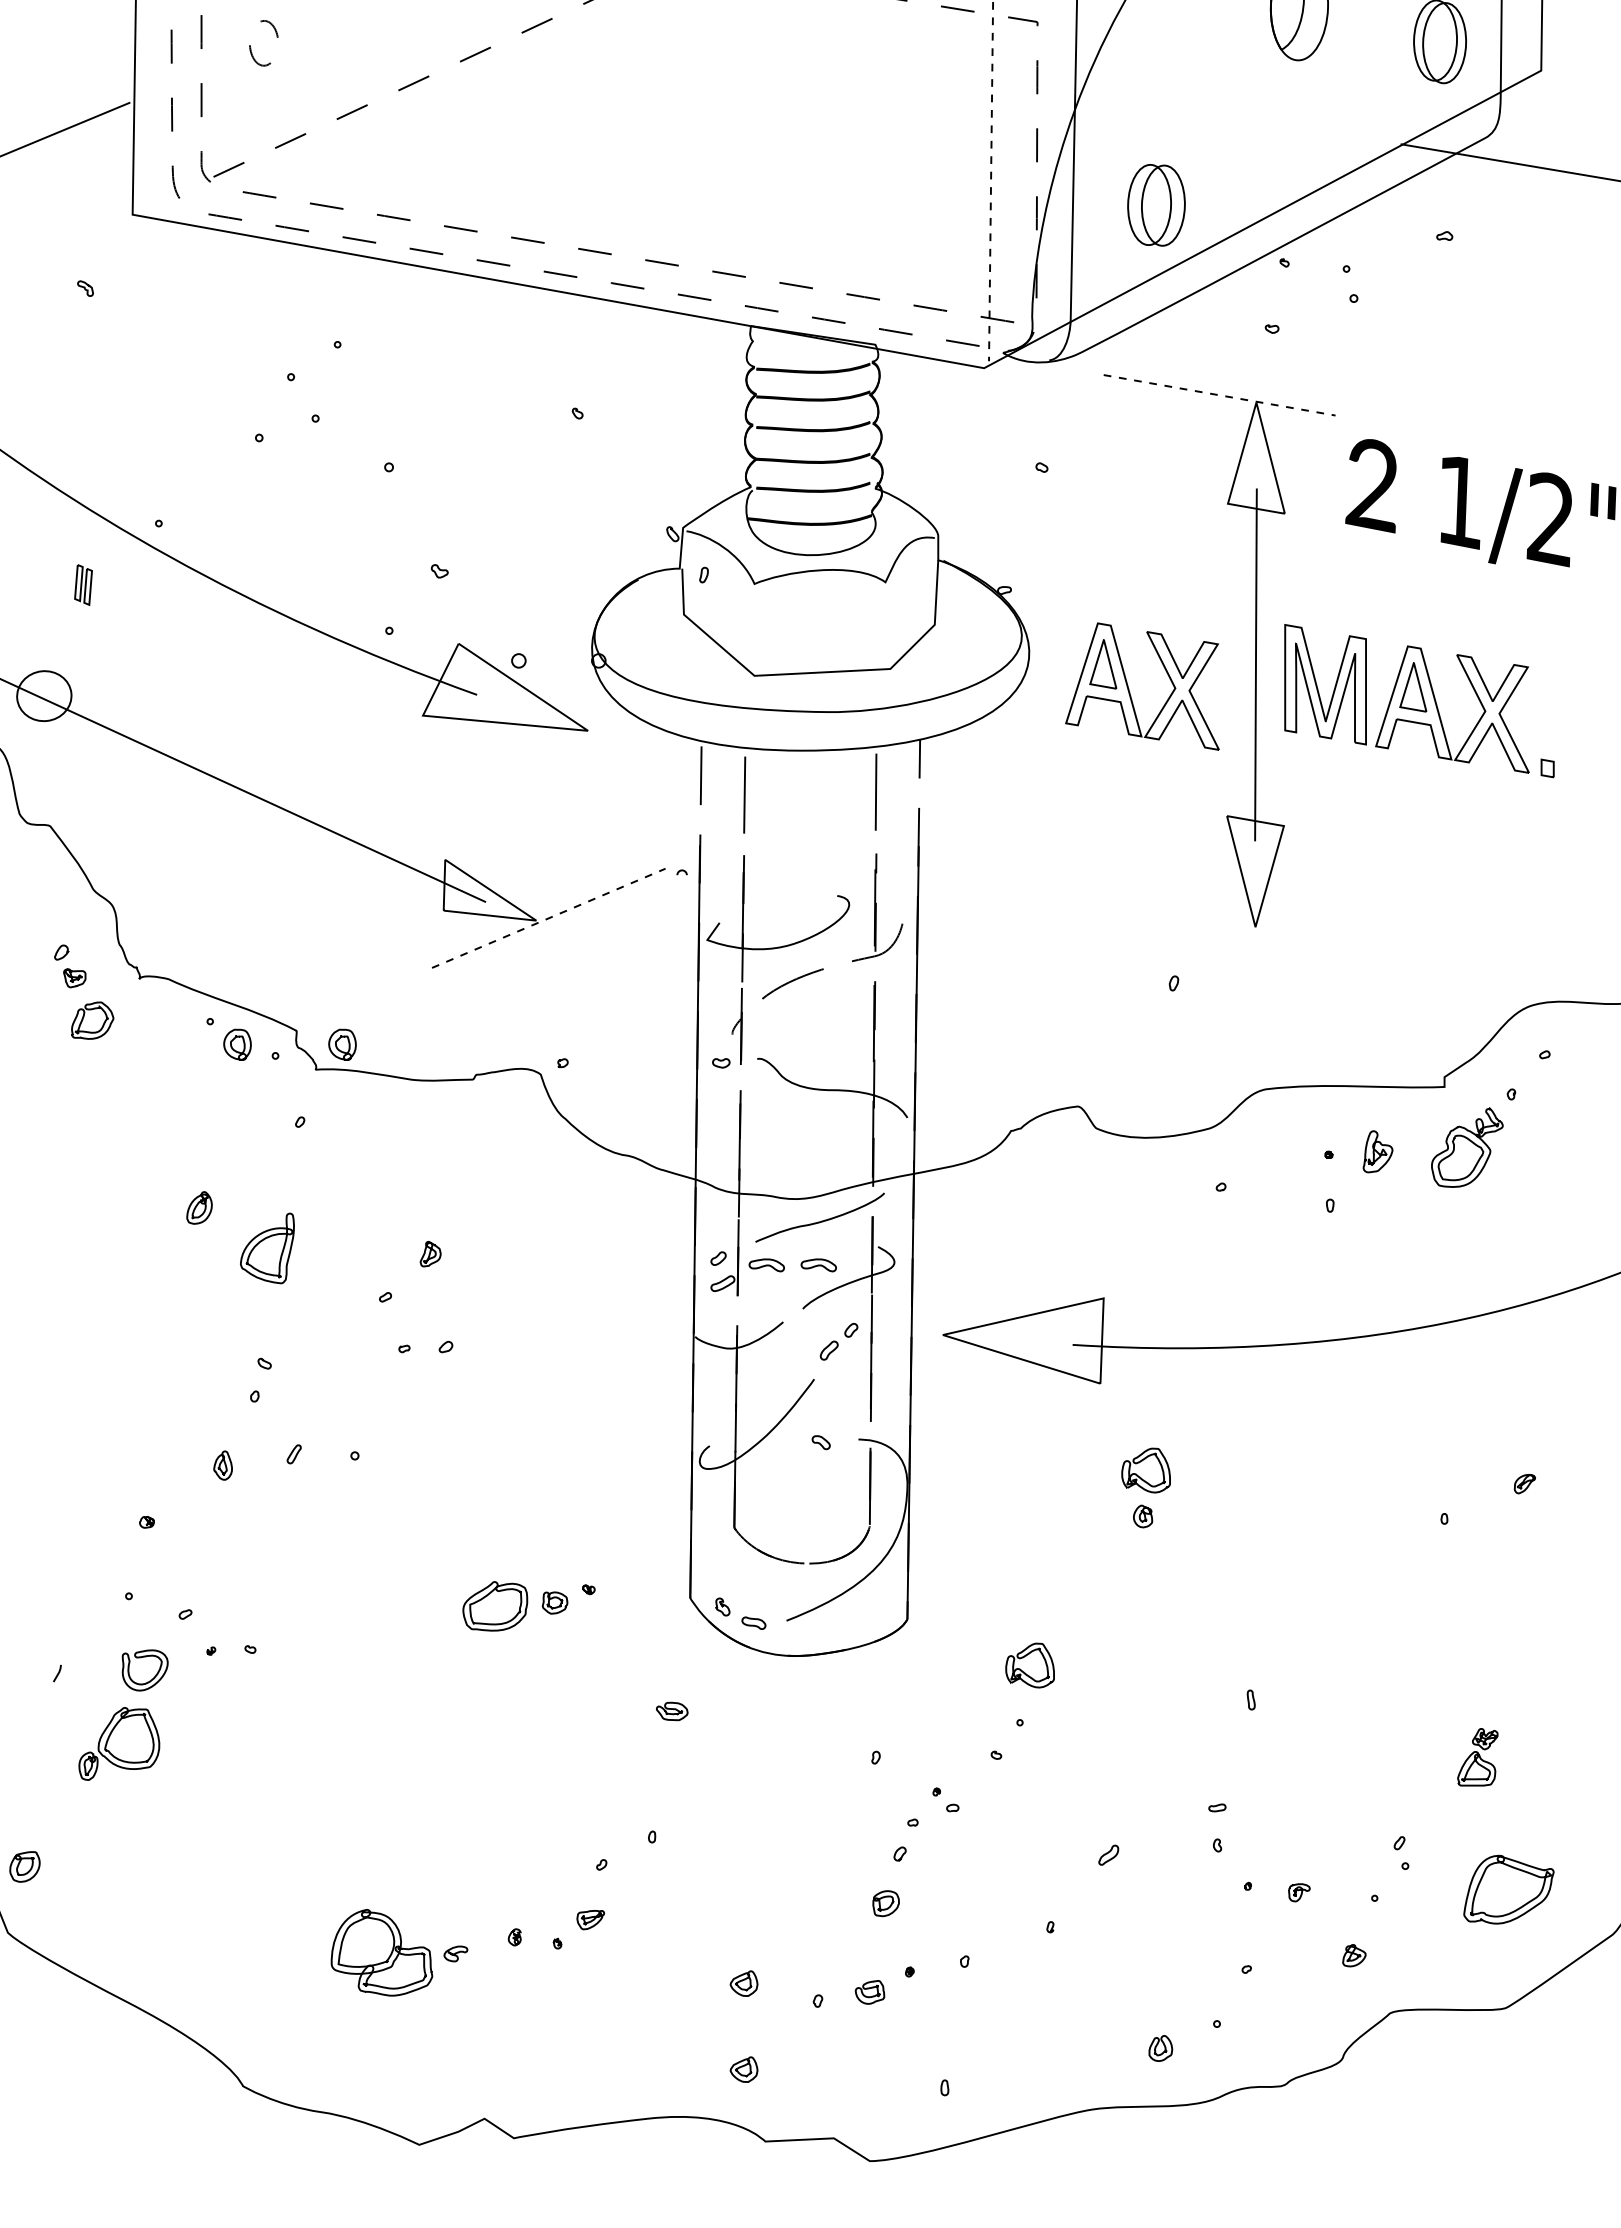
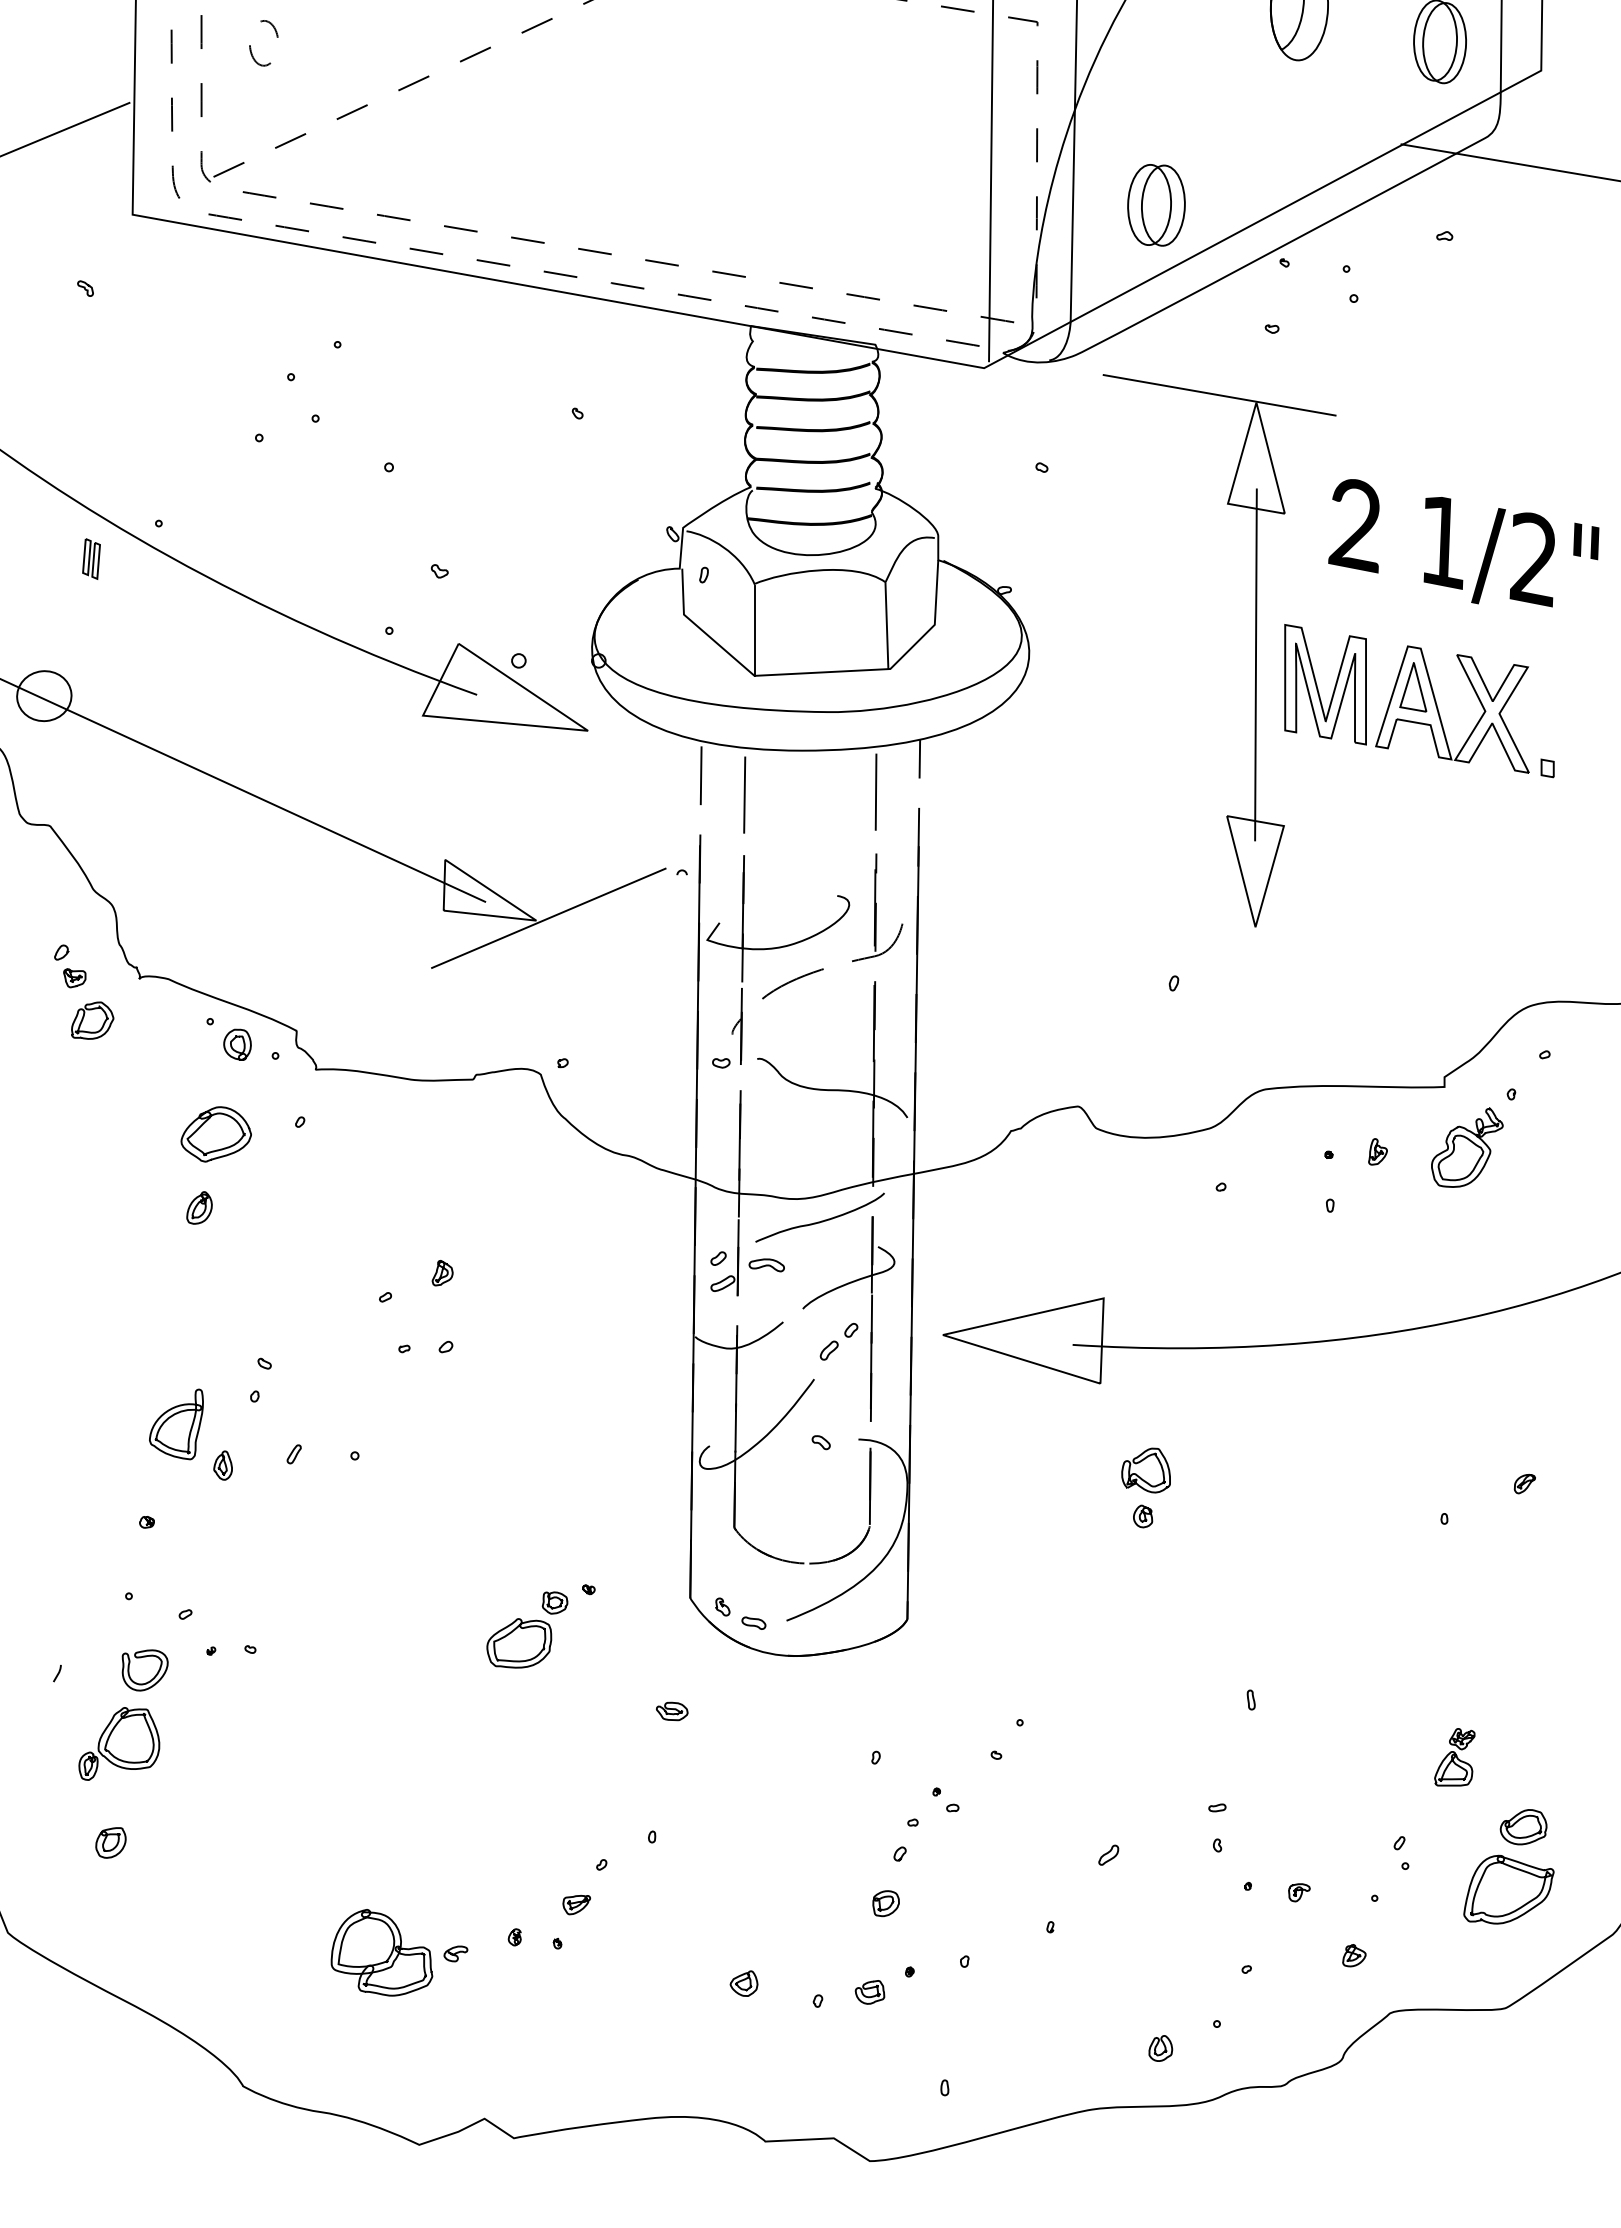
line at (991, 181): dashed -> solid
line at (1219, 395): dashed -> solid
text at (1480, 503) position: (1480, 503) -> (1463, 543)
part at (83, 584) position: (83, 584) -> (91, 558)
line at (886, 626): none -> present
line at (754, 630): none -> present
part at (1129, 688): present -> none
line at (548, 918): dashed -> solid
part at (342, 1044): present -> none
part at (215, 1134): none -> present
part at (1377, 1151) size: 32x44 px -> 20x28 px
part at (267, 1248) position: (267, 1248) -> (176, 1424)
part at (430, 1254) position: (430, 1254) -> (442, 1273)
part at (818, 1265): present -> none
part at (495, 1606) position: (495, 1606) -> (519, 1643)
part at (1024, 1671): present -> none
part at (1477, 1757) position: (1477, 1757) -> (1454, 1757)
part at (1523, 1827): none -> present
part at (24, 1866) position: (24, 1866) -> (110, 1842)
part at (590, 1920) position: (590, 1920) -> (576, 1905)
part at (743, 2069): present -> none
